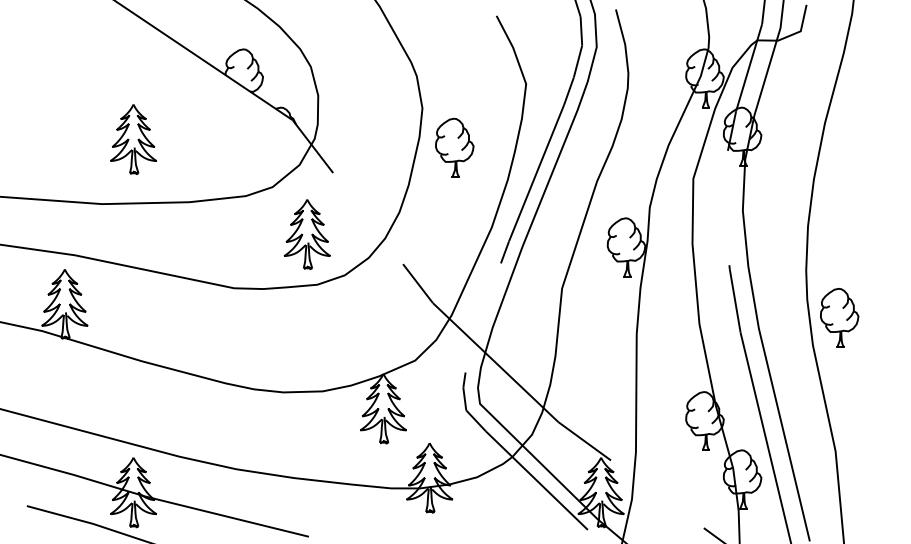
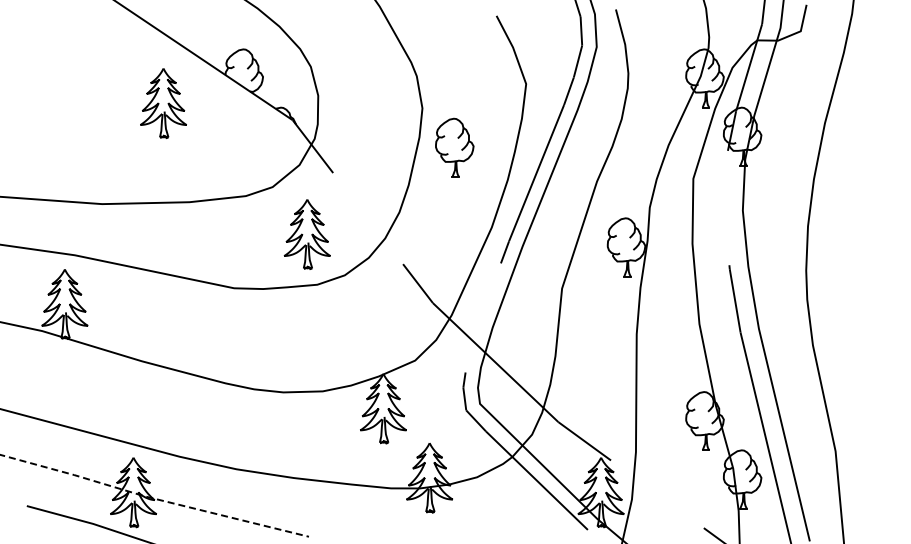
part at (133, 139) position: (133, 139) -> (163, 103)
part at (839, 317): present -> none
line at (153, 498): solid -> dashed
